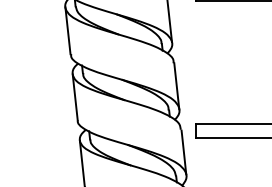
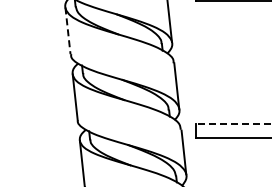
line at (67, 30): solid -> dashed
line at (233, 123): solid -> dashed
